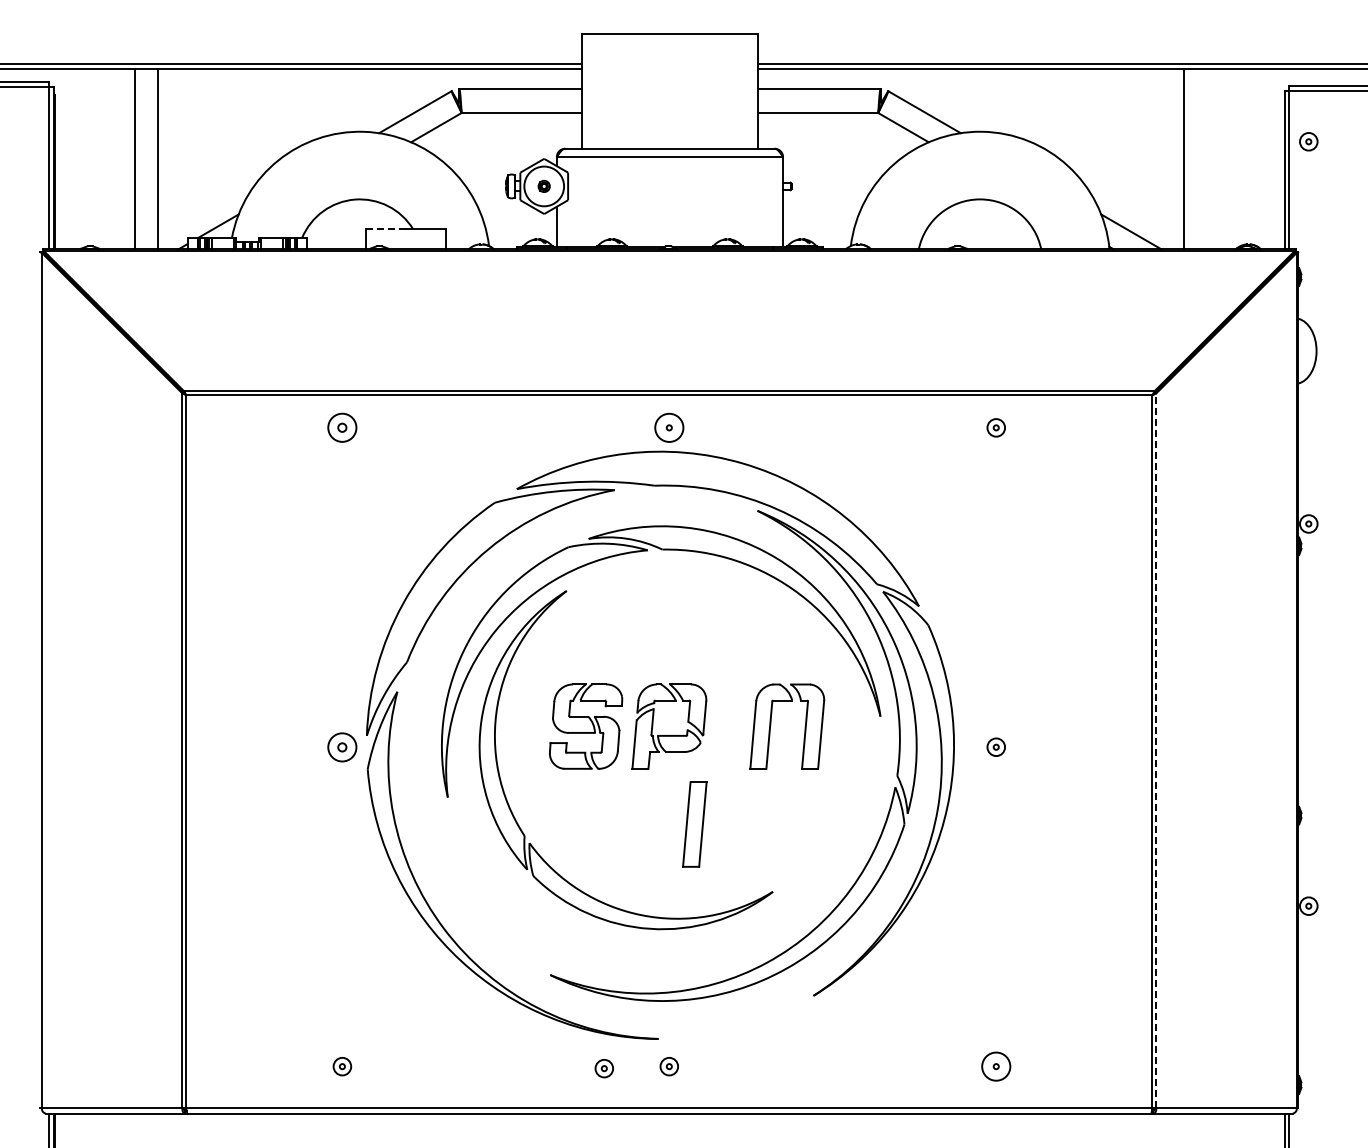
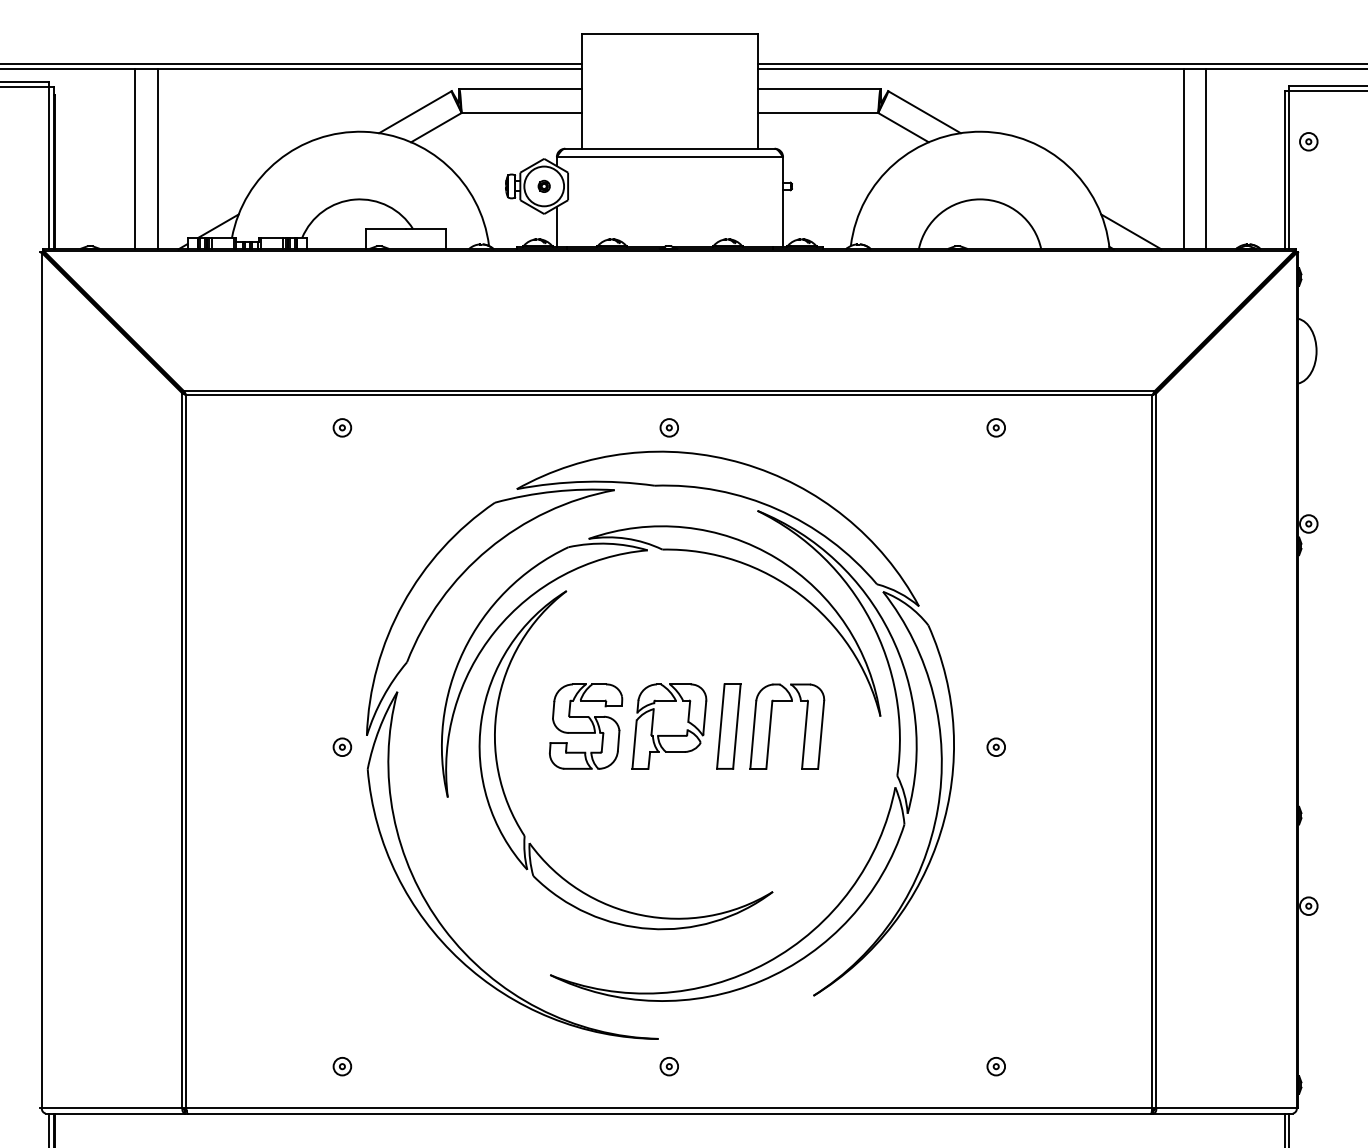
line at (1206, 158): none -> present
line at (386, 229): dashed -> solid
part at (342, 427) size: 31x31 px -> 21x20 px
circle at (669, 427) diameter: 28 px -> 18 px
part at (342, 747) size: 31x31 px -> 21x20 px
line at (1156, 750): dashed -> solid
part at (694, 824) position: (694, 824) -> (728, 726)
circle at (996, 1066) diameter: 28 px -> 18 px
part at (603, 1068): present -> none
